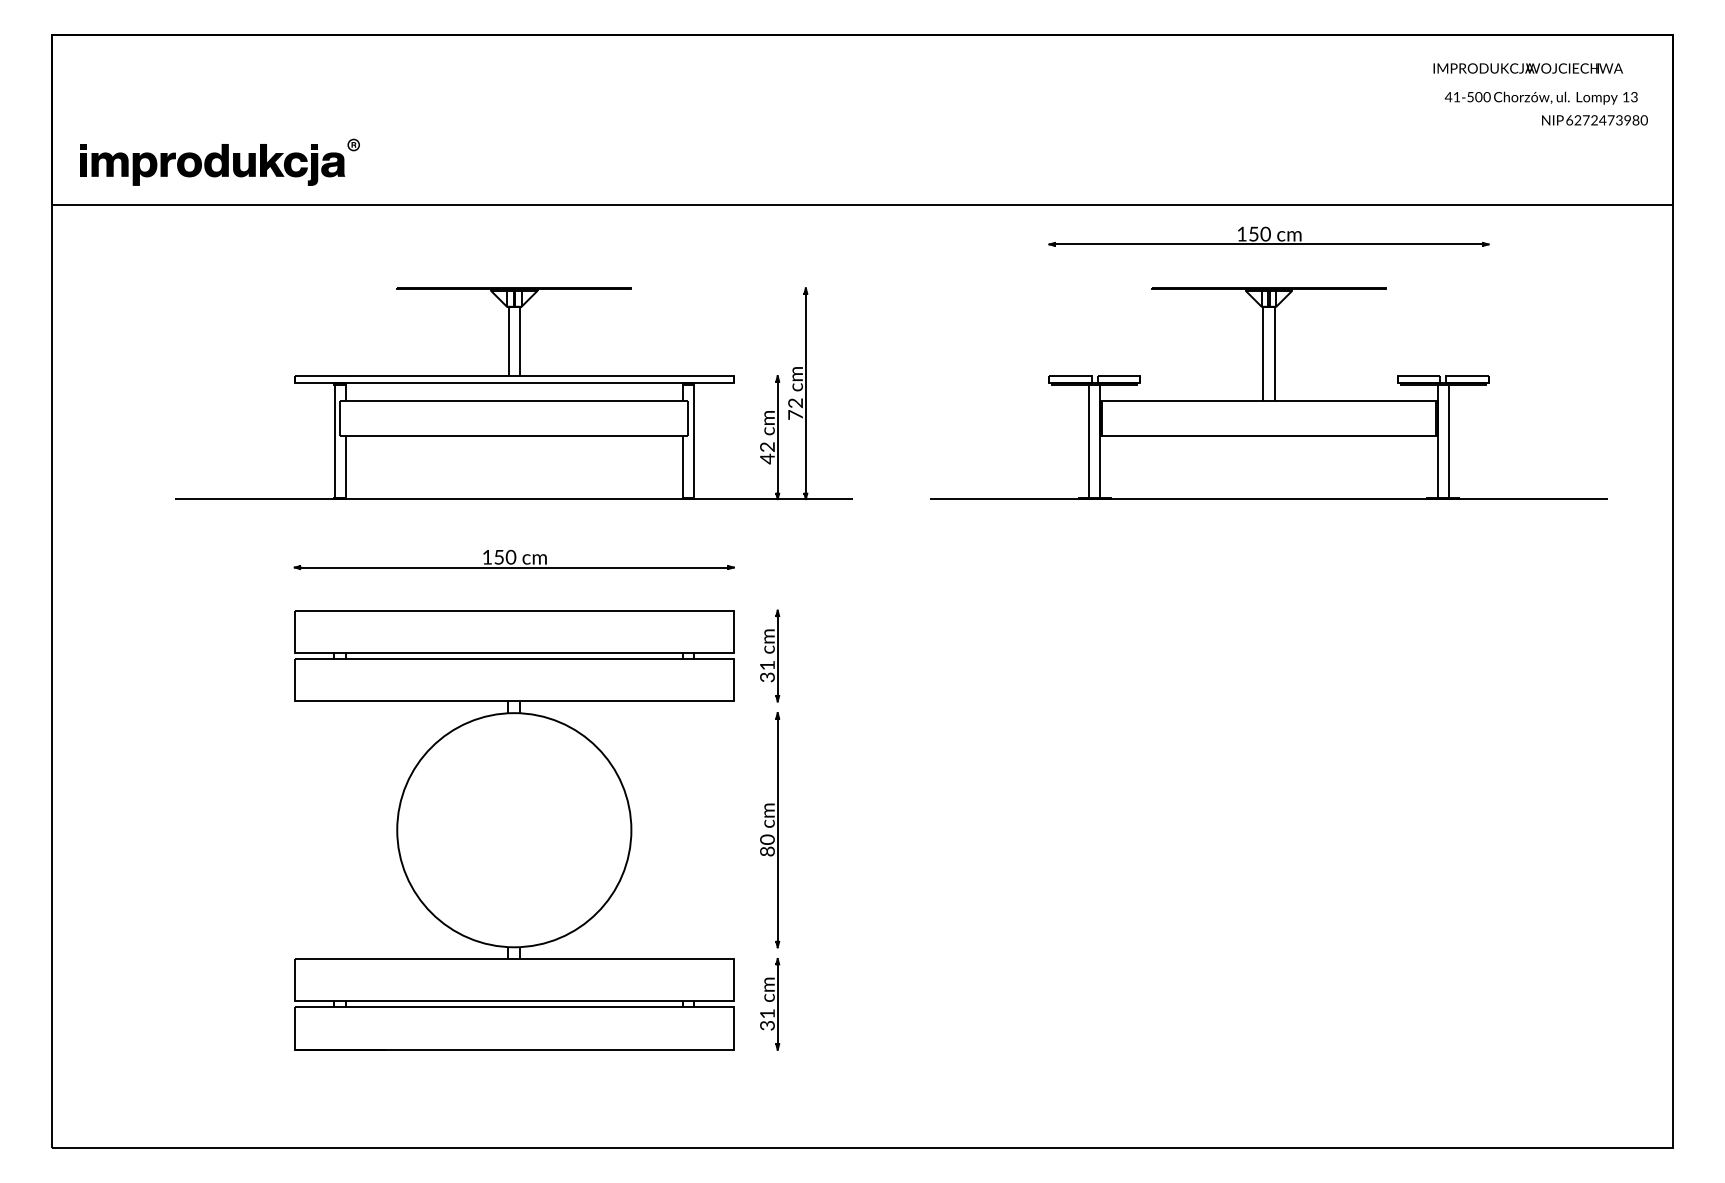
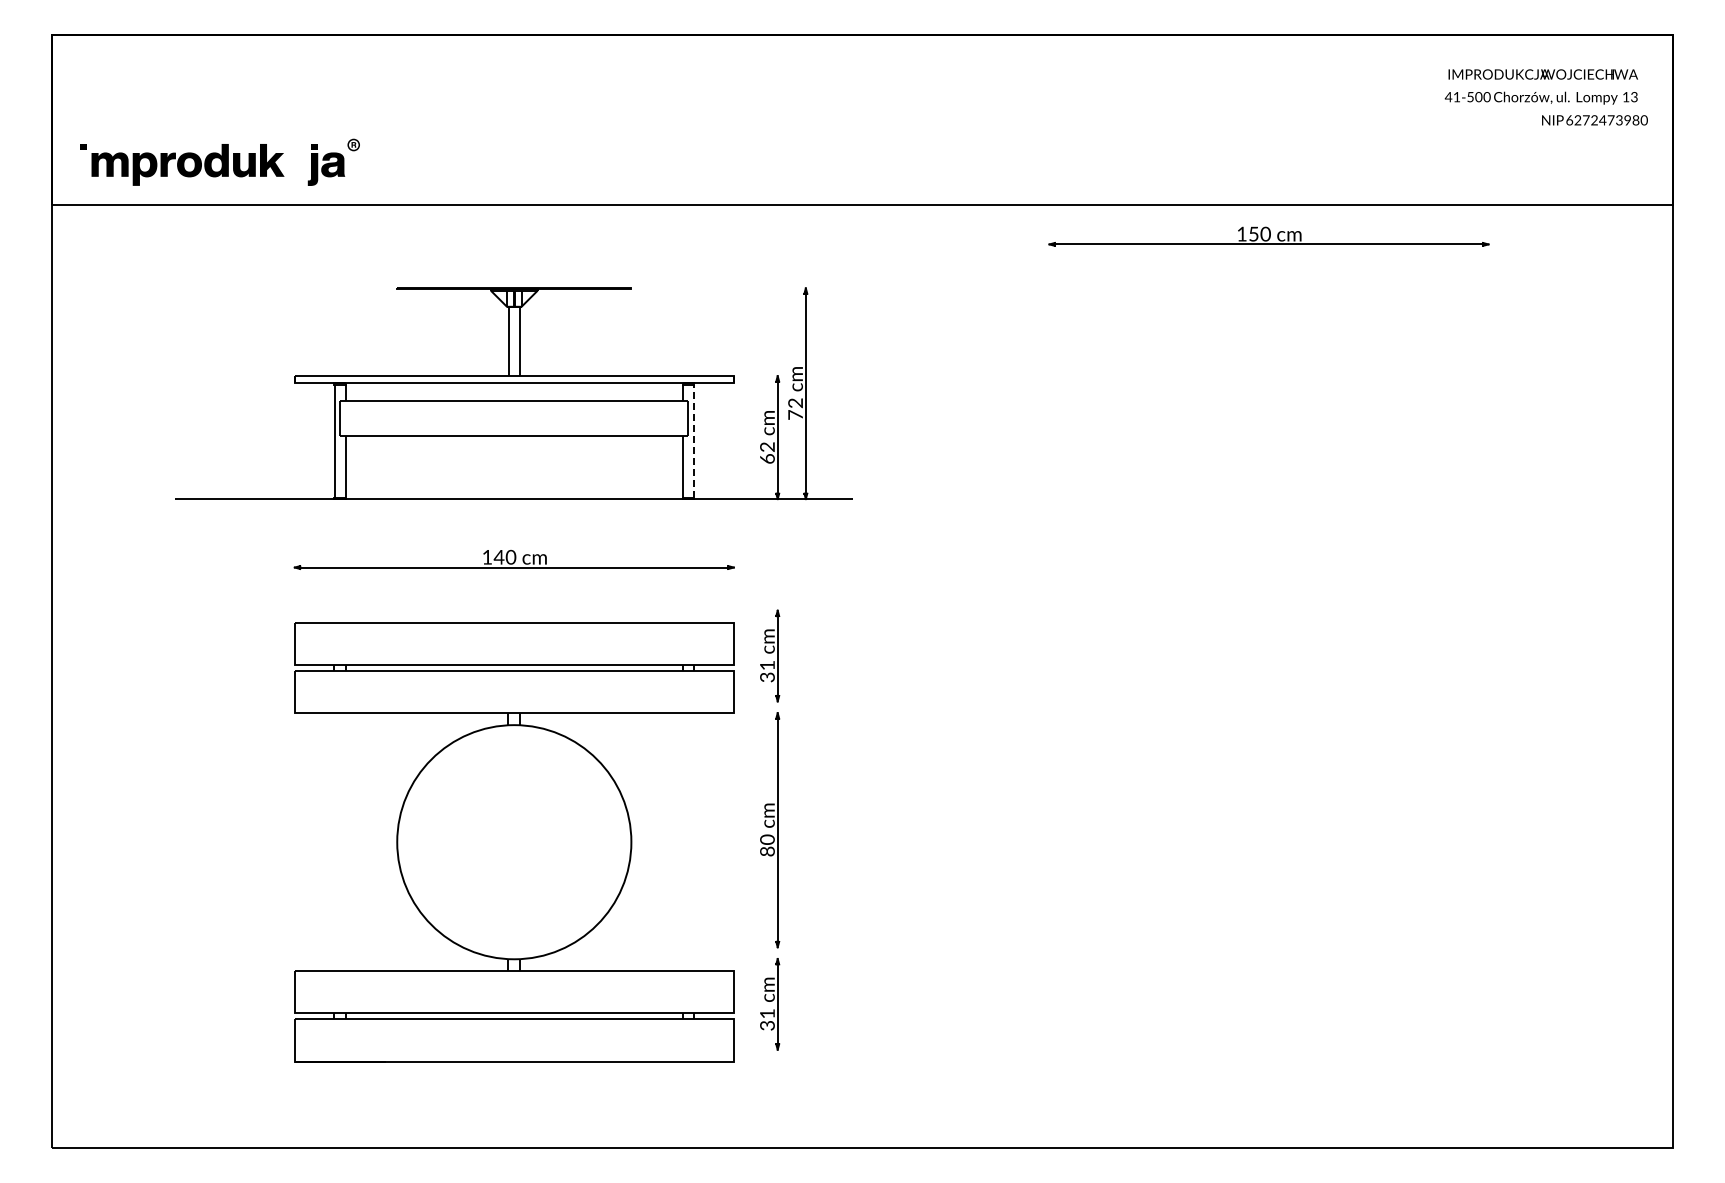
text at (1527, 68) position: (1527, 68) -> (1542, 74)
fill at (83, 164): present -> none
fill at (295, 164): present -> none
part at (1268, 393): present -> none
line at (694, 440): solid -> dashed
text at (767, 458): 42 -> 62
text at (498, 557): 150 -> 140
part at (514, 830) position: (514, 830) -> (514, 842)
